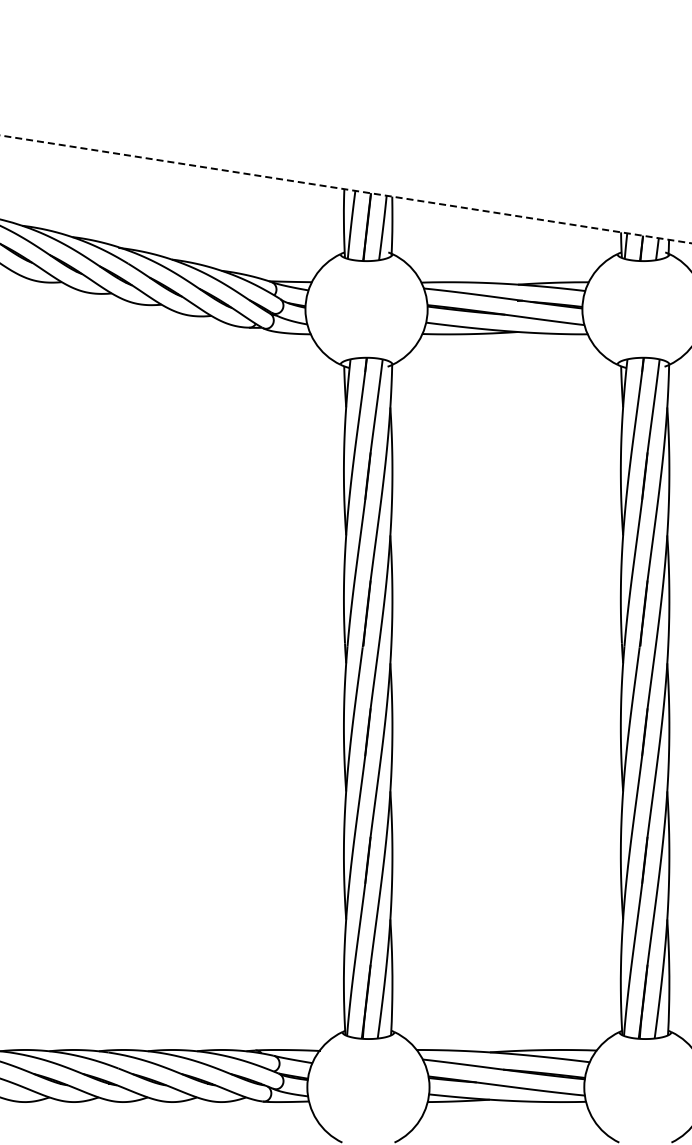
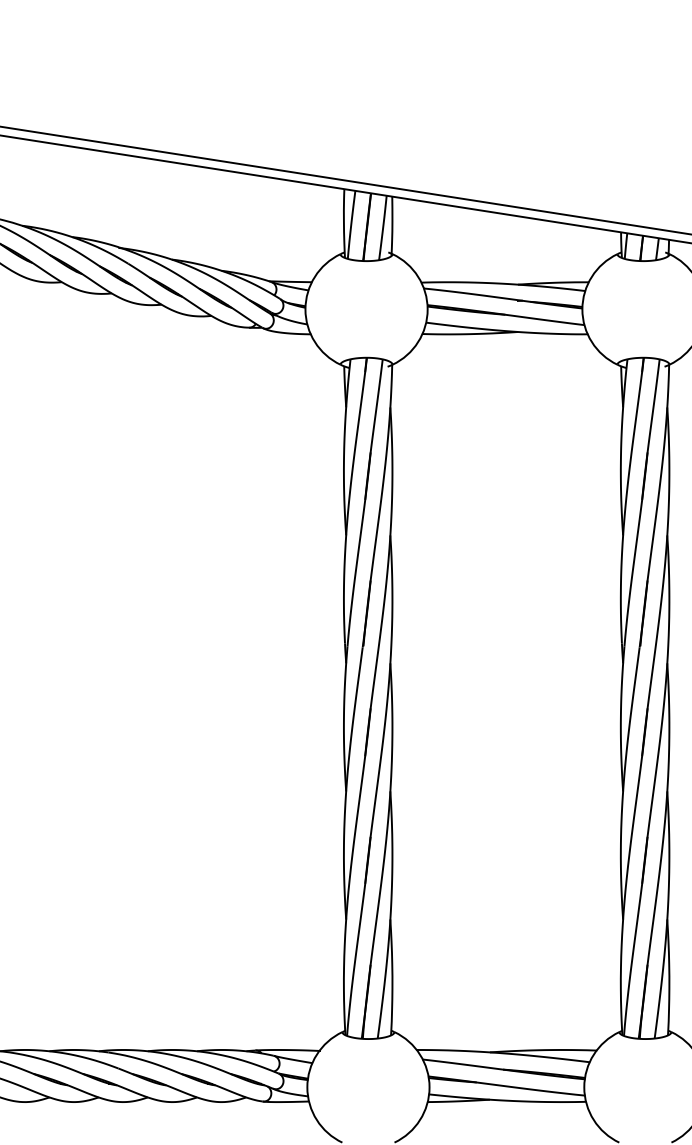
line at (345, 180): none -> present
line at (345, 189): dashed -> solid
